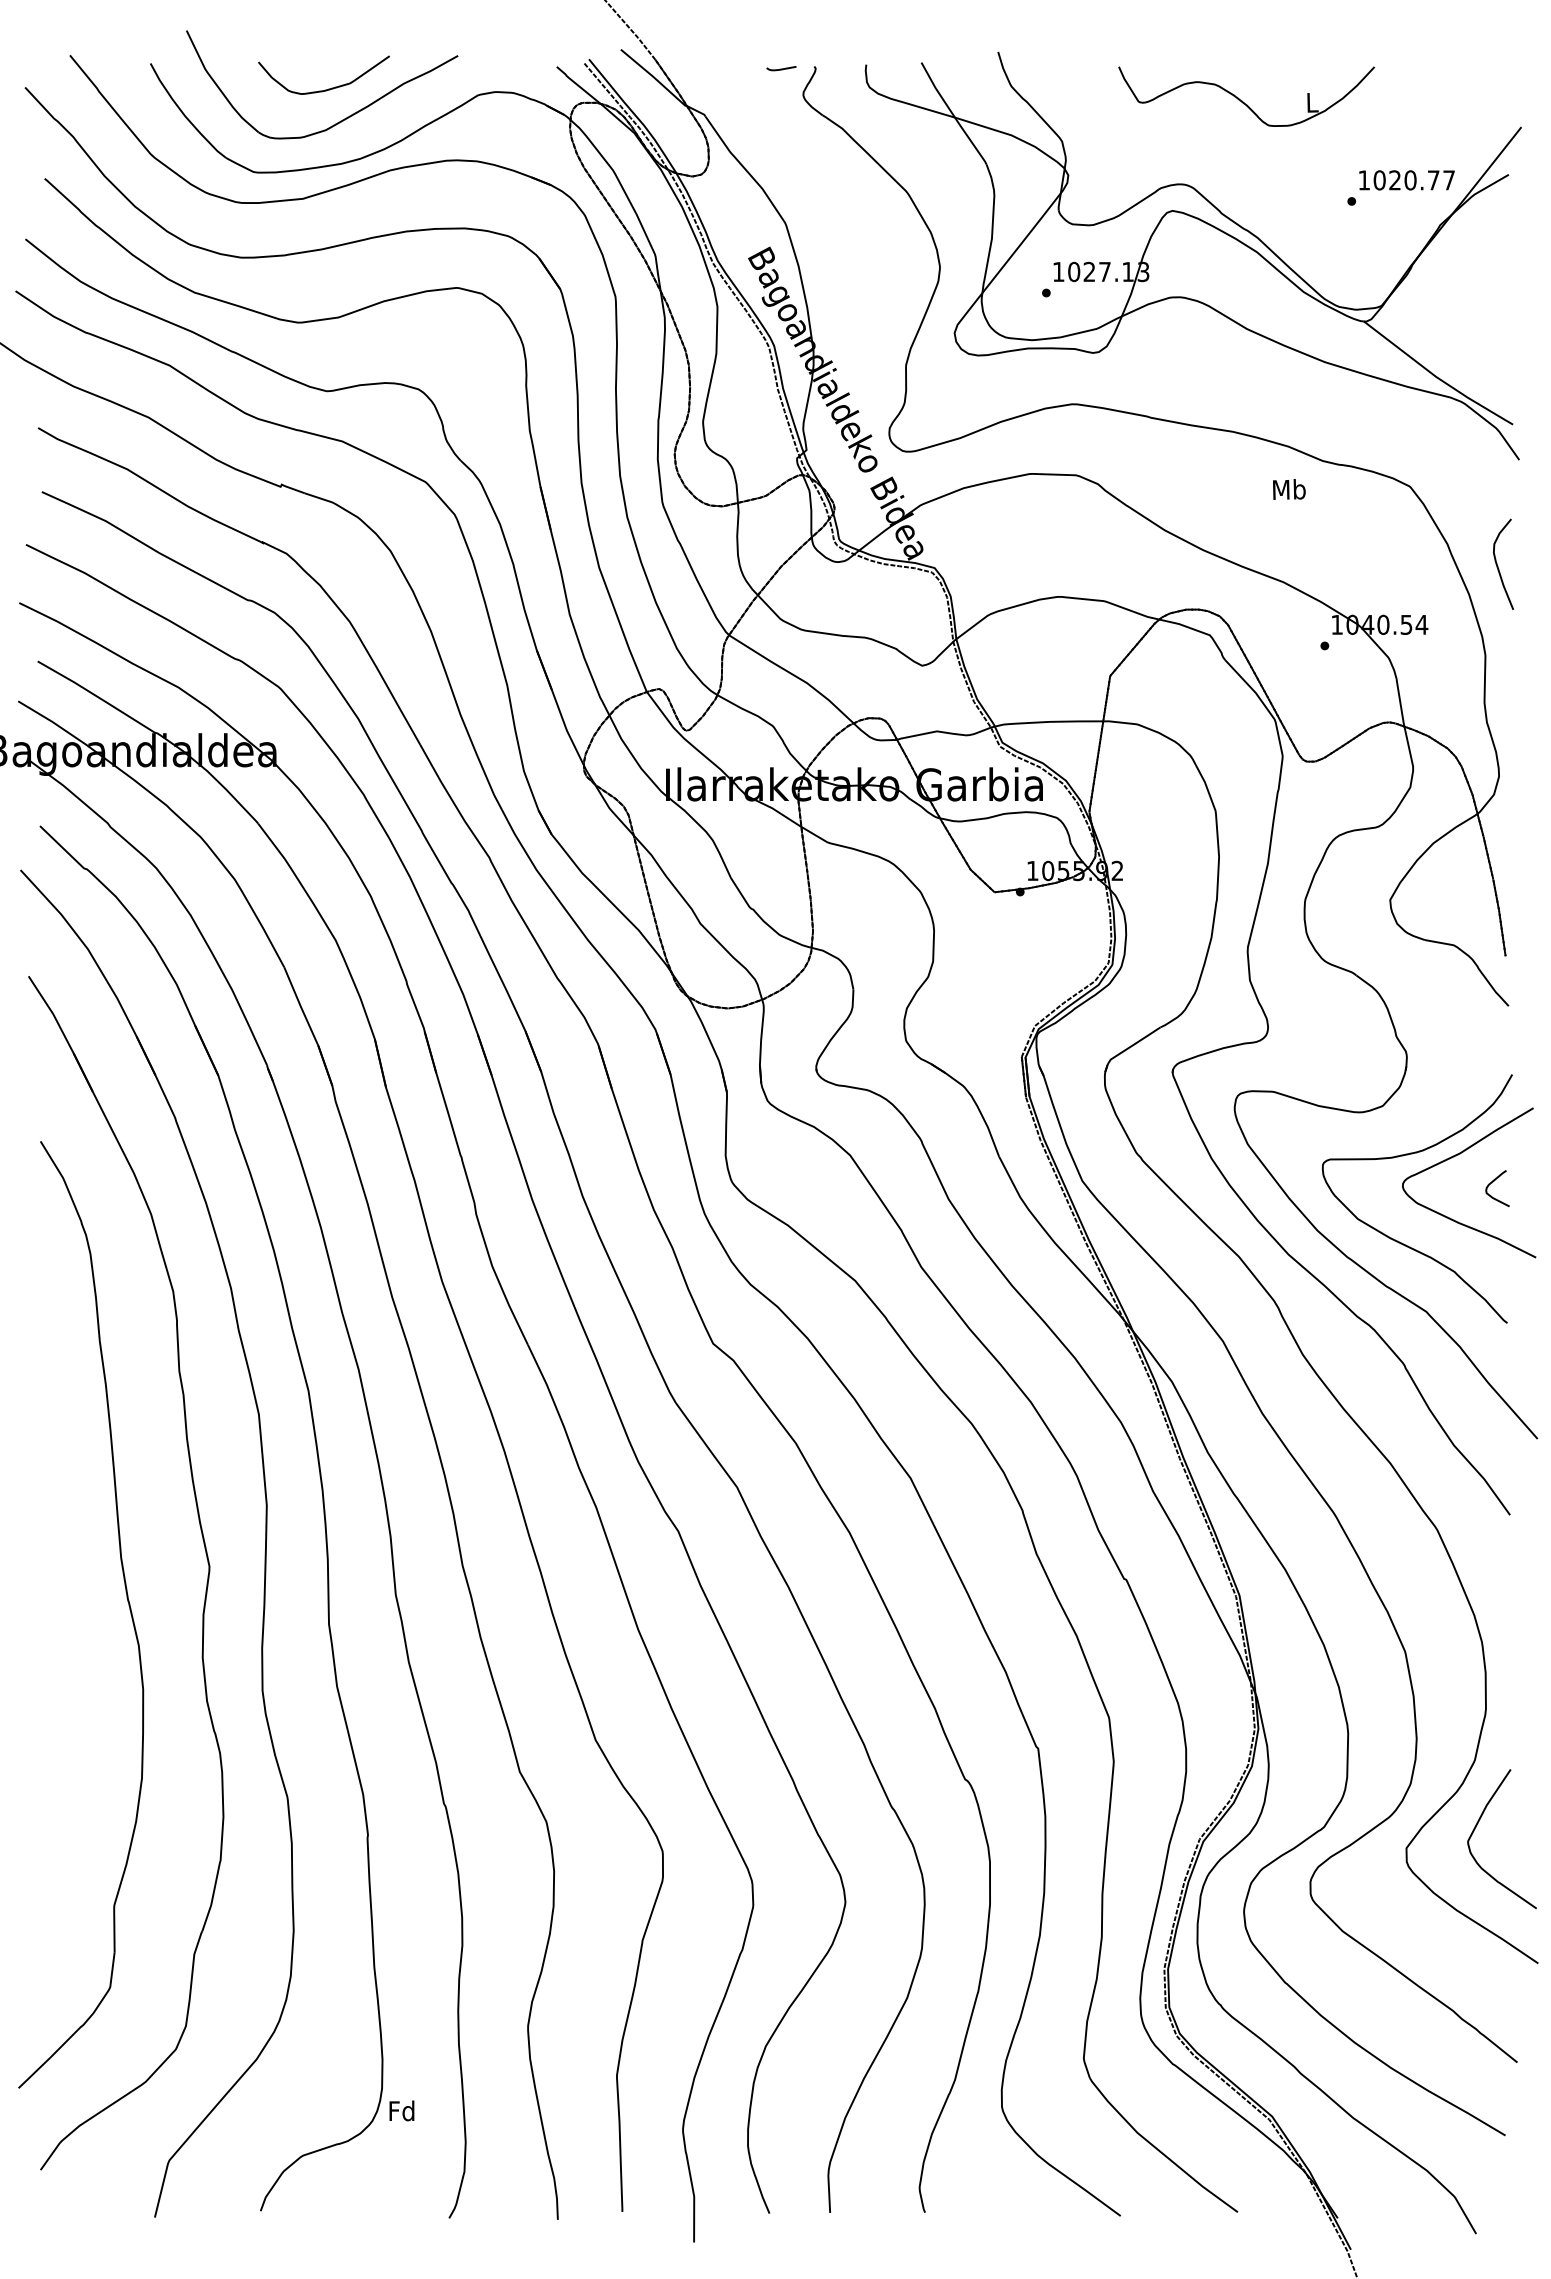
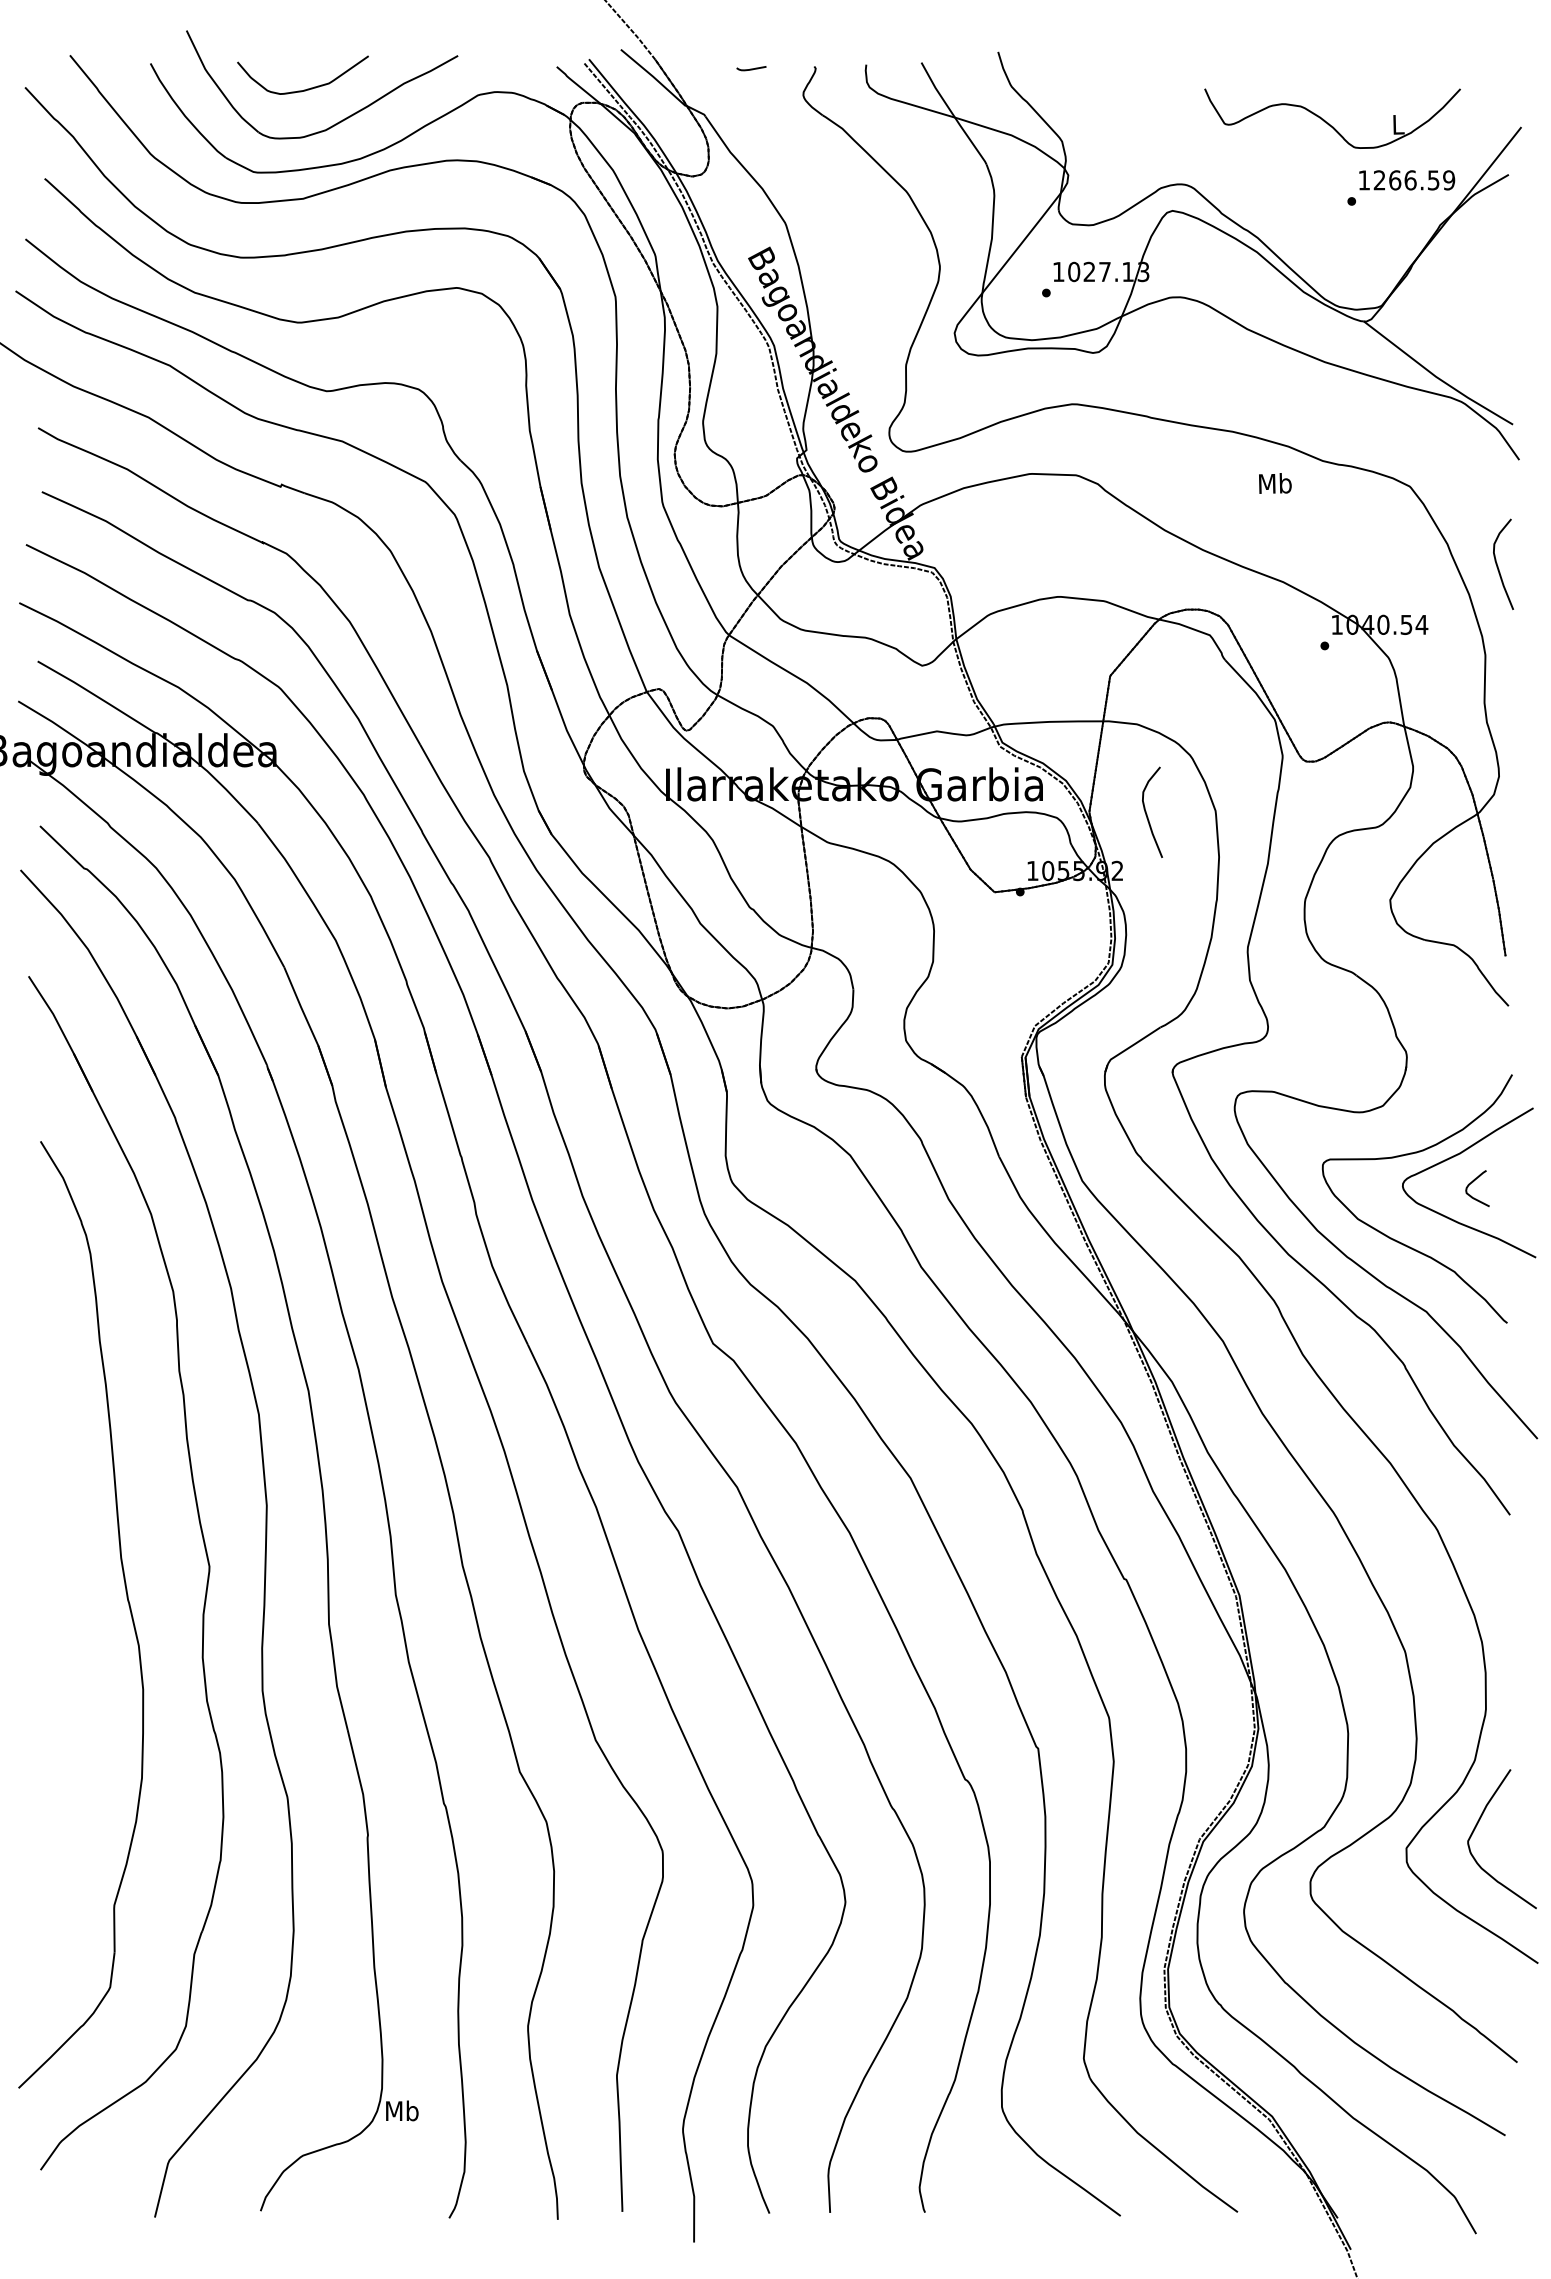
curve at (781, 68) position: (781, 68) -> (751, 68)
curve at (328, 88) position: (328, 88) -> (307, 88)
part at (1246, 96) position: (1246, 96) -> (1332, 118)
text at (1414, 180): 1020.77 -> 1266.59
text at (1289, 489) position: (1289, 489) -> (1275, 483)
curve at (1147, 814): none -> present
curve at (1492, 1183) position: (1492, 1183) -> (1472, 1183)
text at (402, 2110): Fd -> Mb
